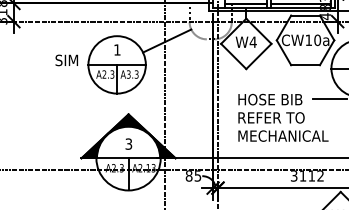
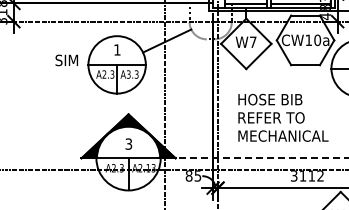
text at (252, 41): W4 -> W7
line at (328, 98): present -> none
line at (253, 158): solid -> dashed
